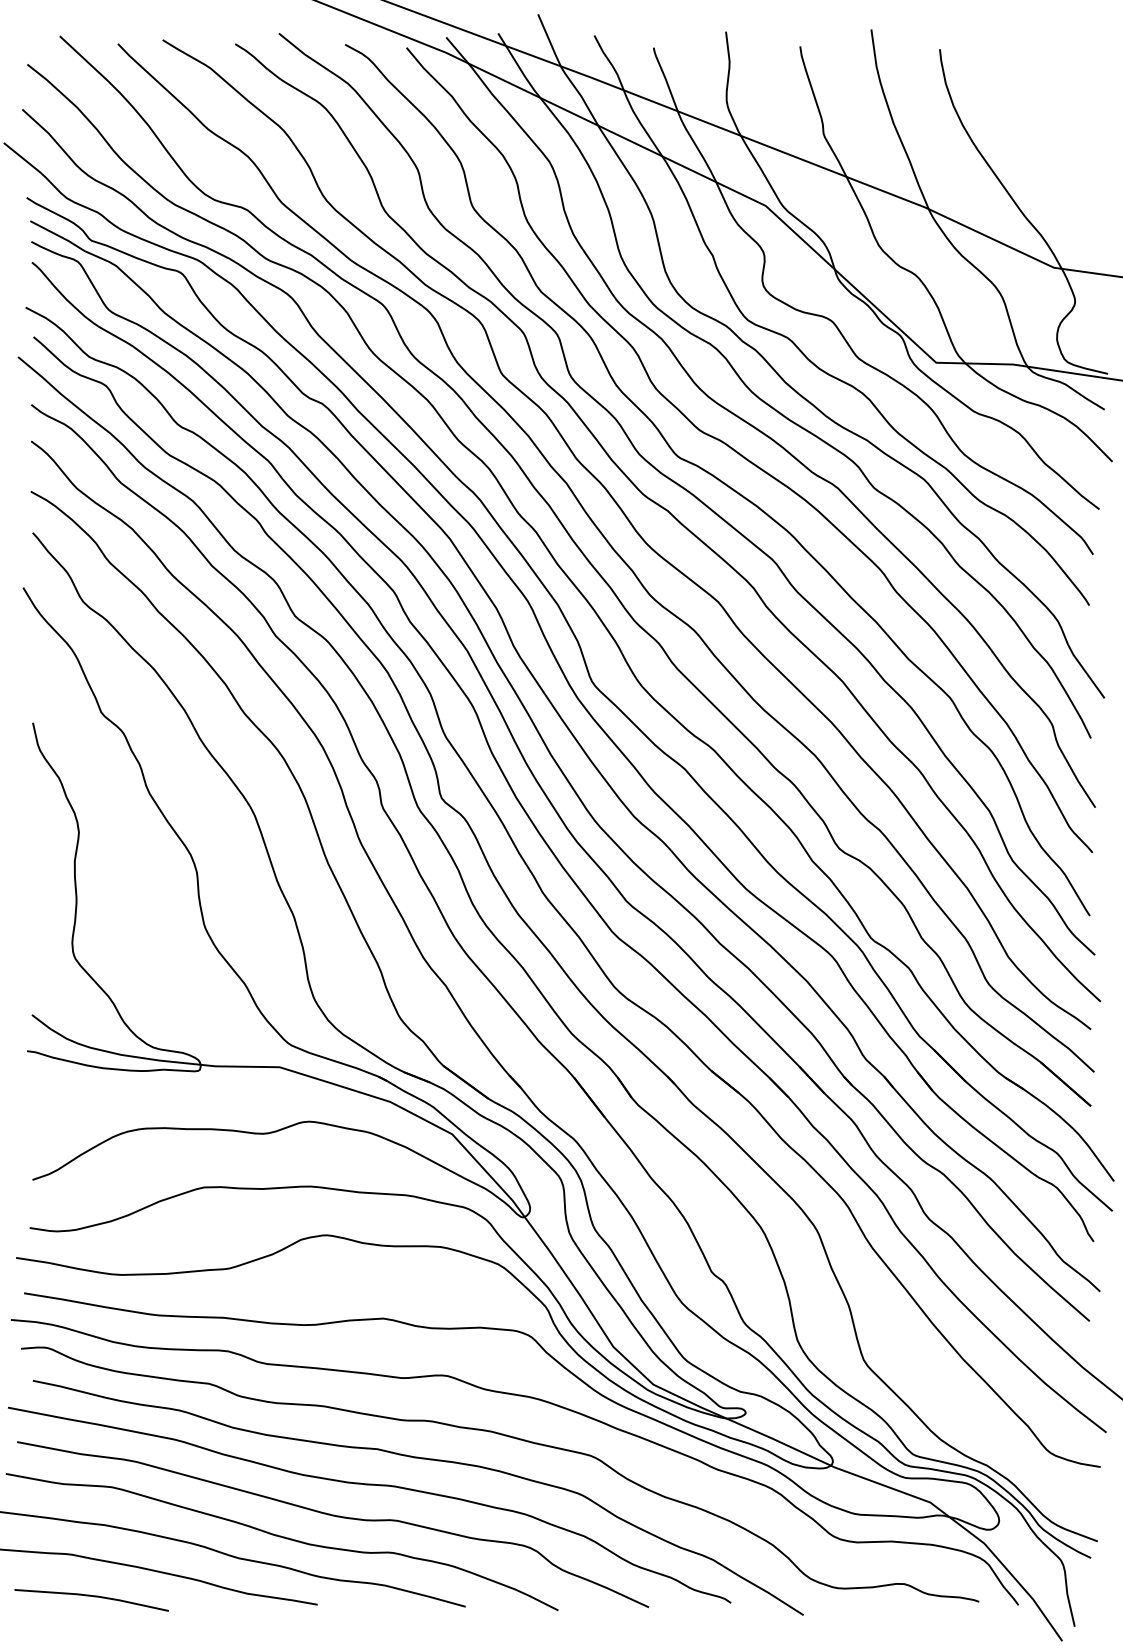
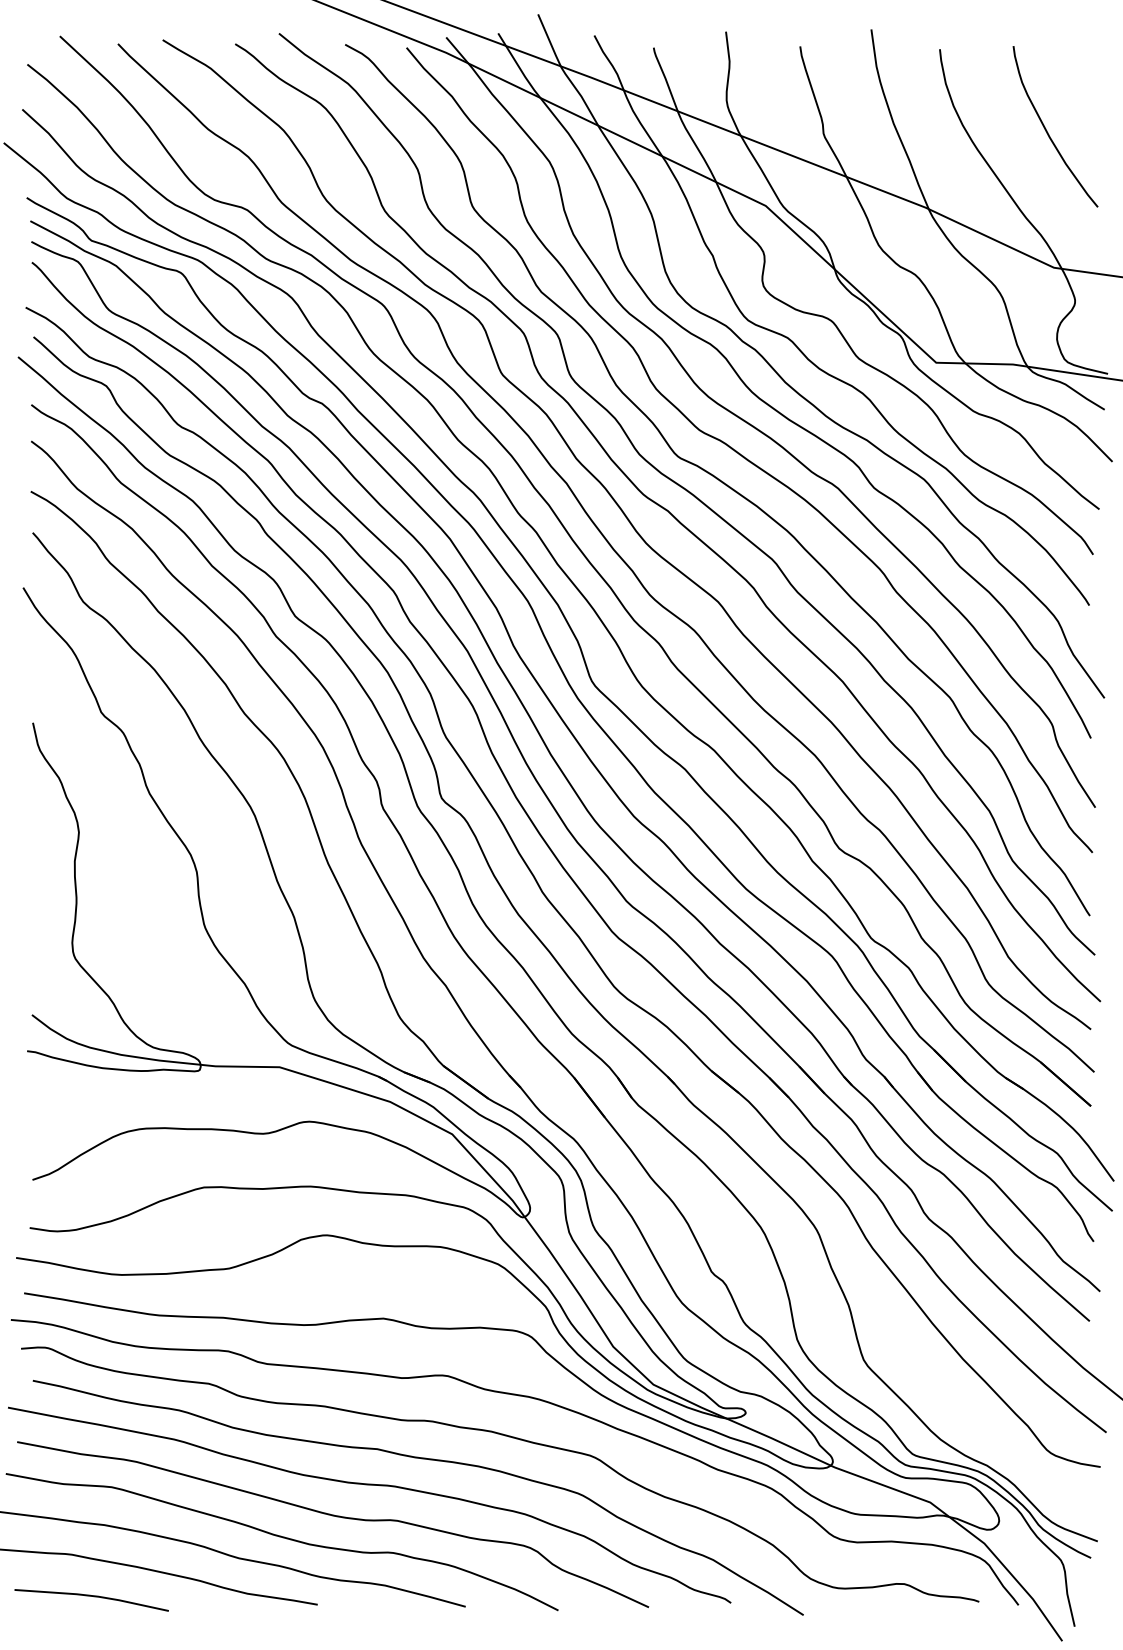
curve at (1047, 130): none -> present
